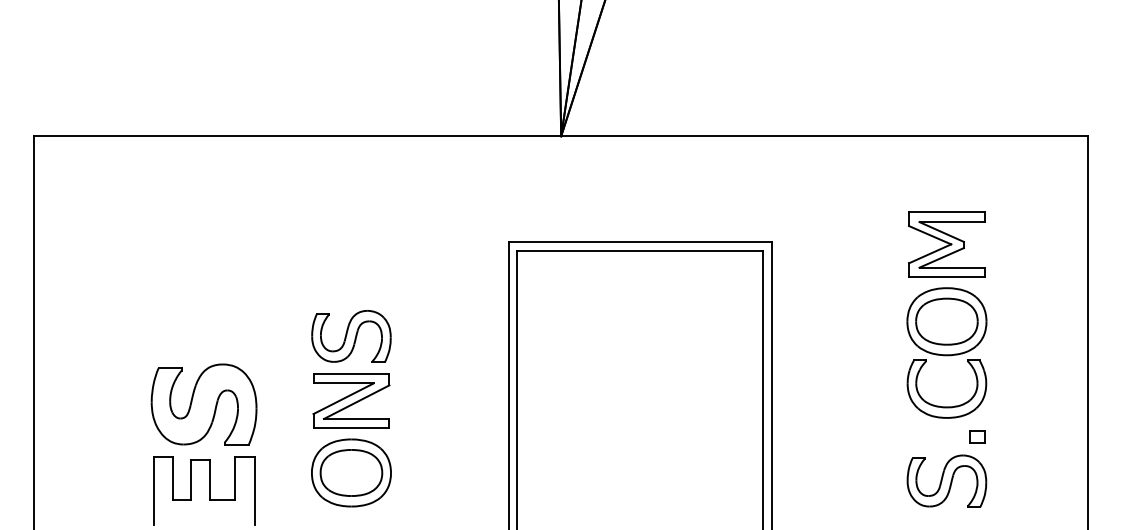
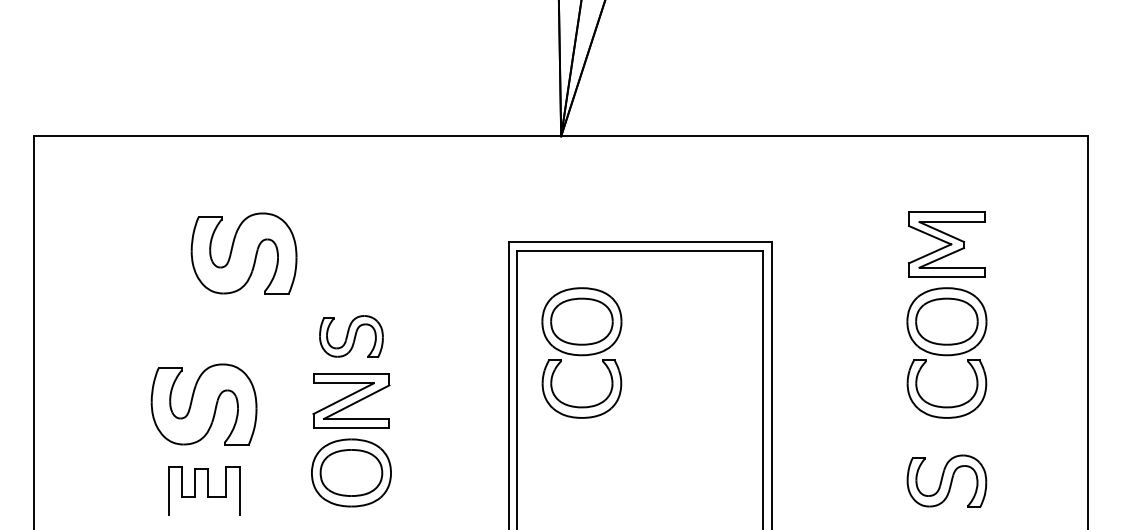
part at (243, 253): none -> present
part at (351, 336) size: 81x53 px -> 65x43 px
part at (581, 352): none -> present
part at (977, 436): present -> none
part at (204, 490) size: 103x70 px -> 73x50 px
